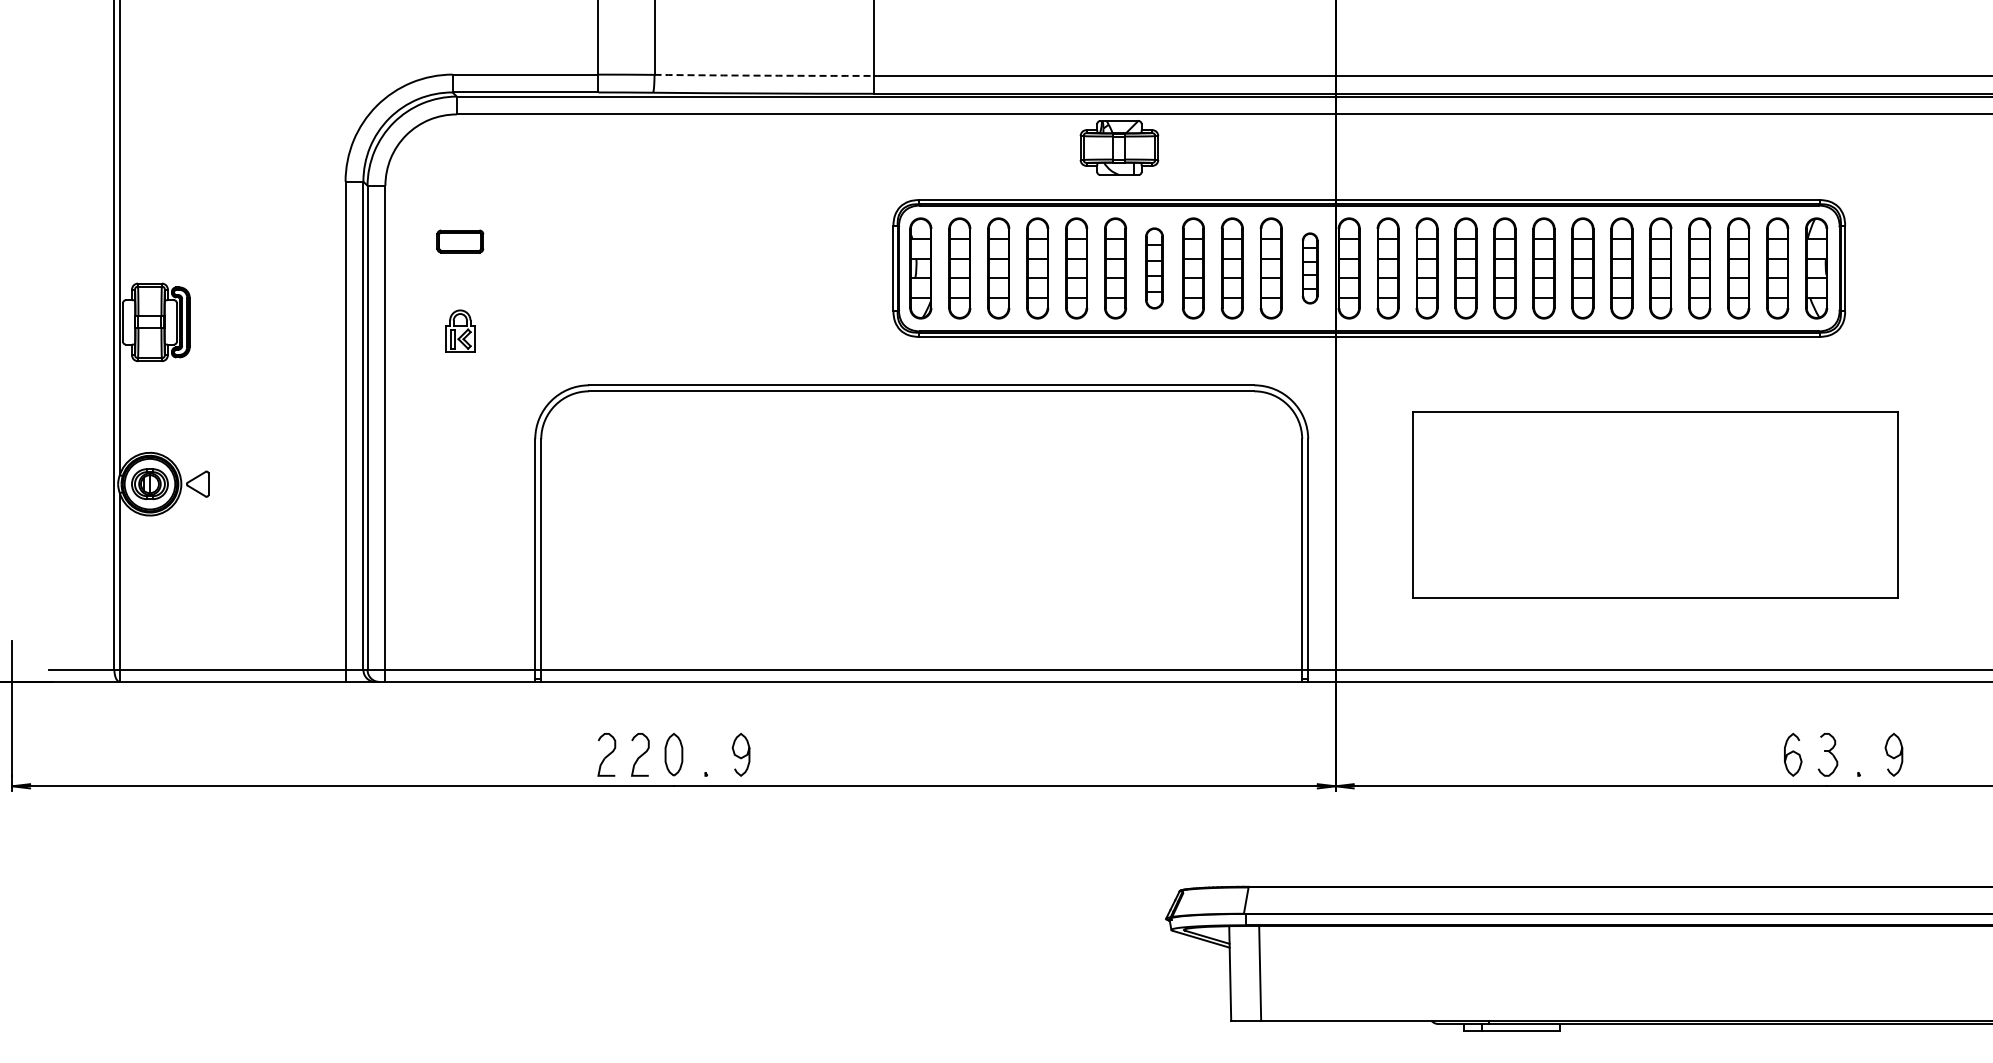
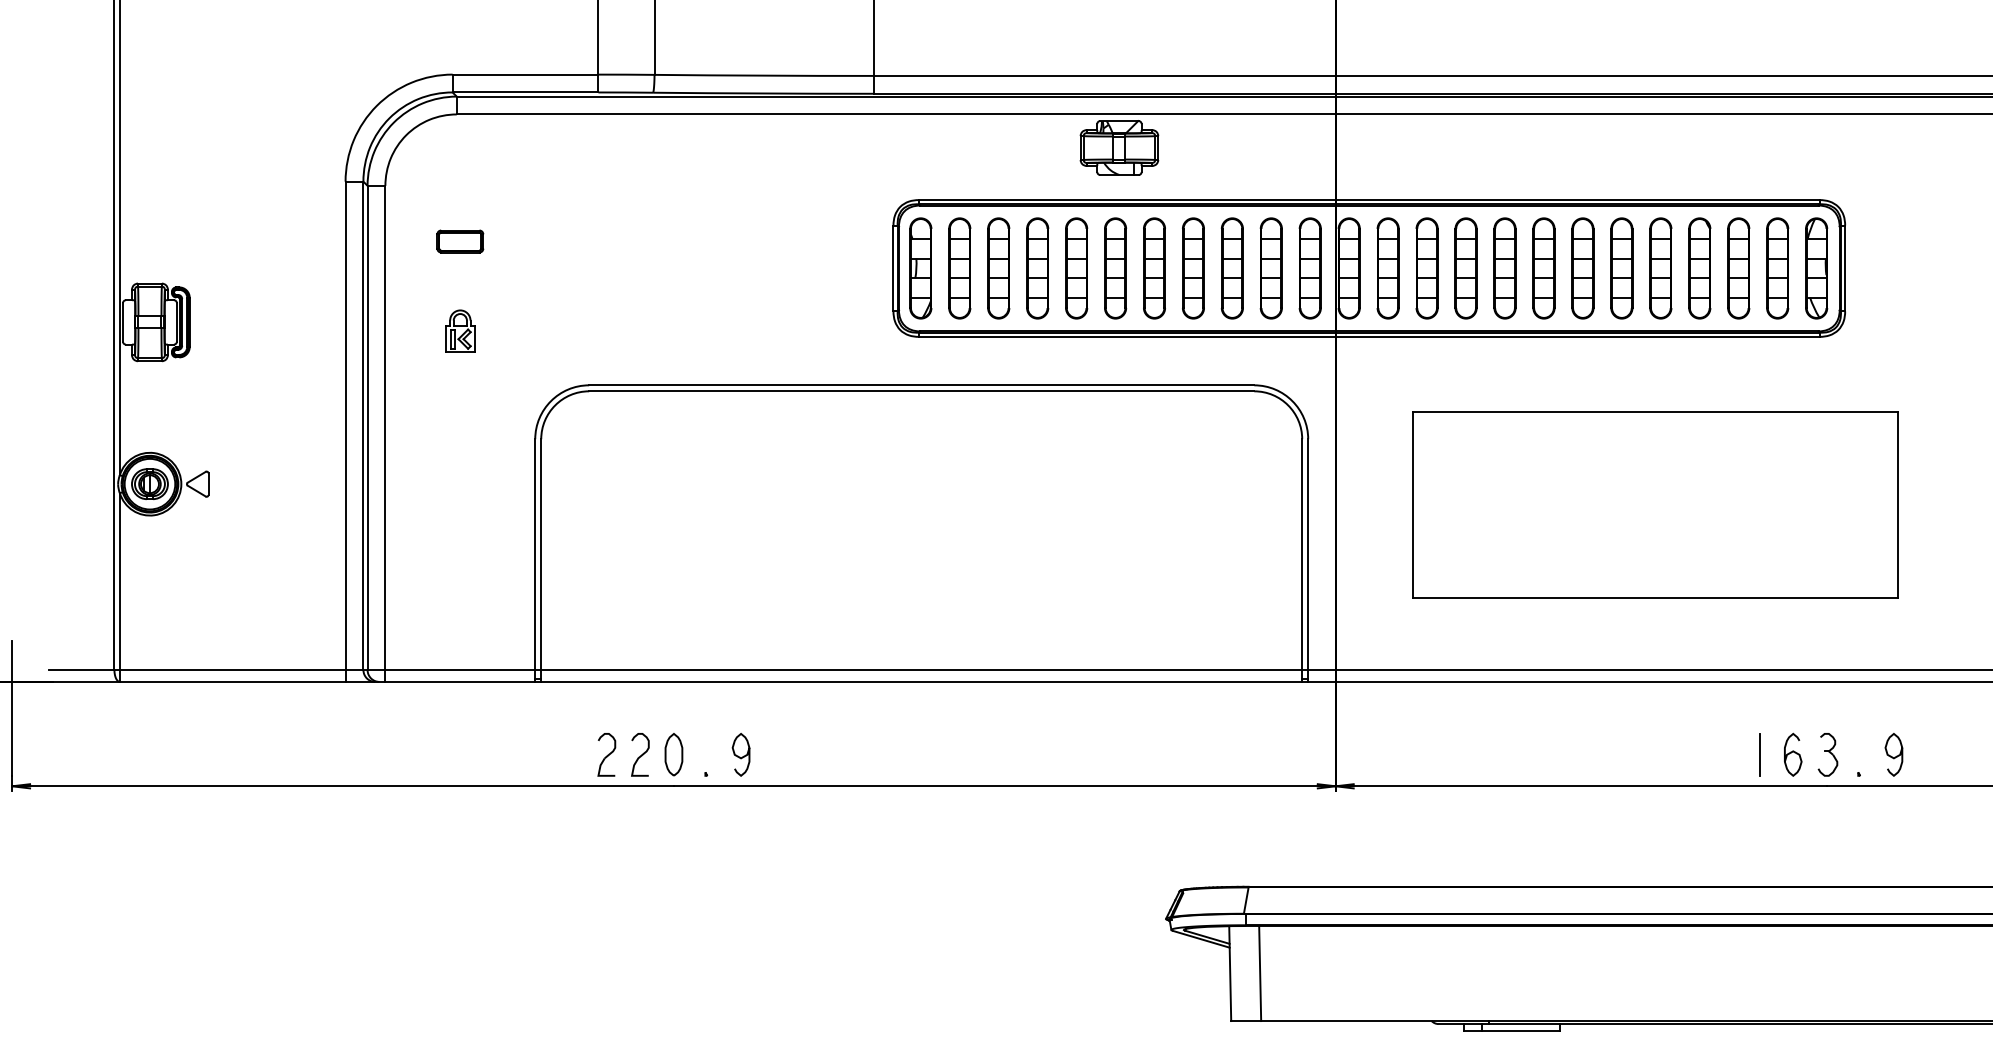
arc at (764, 75): dashed -> solid
part at (1154, 268) size: 19x83 px -> 23x103 px
part at (1310, 268) size: 17x73 px -> 24x103 px
line at (1759, 754): none -> present
